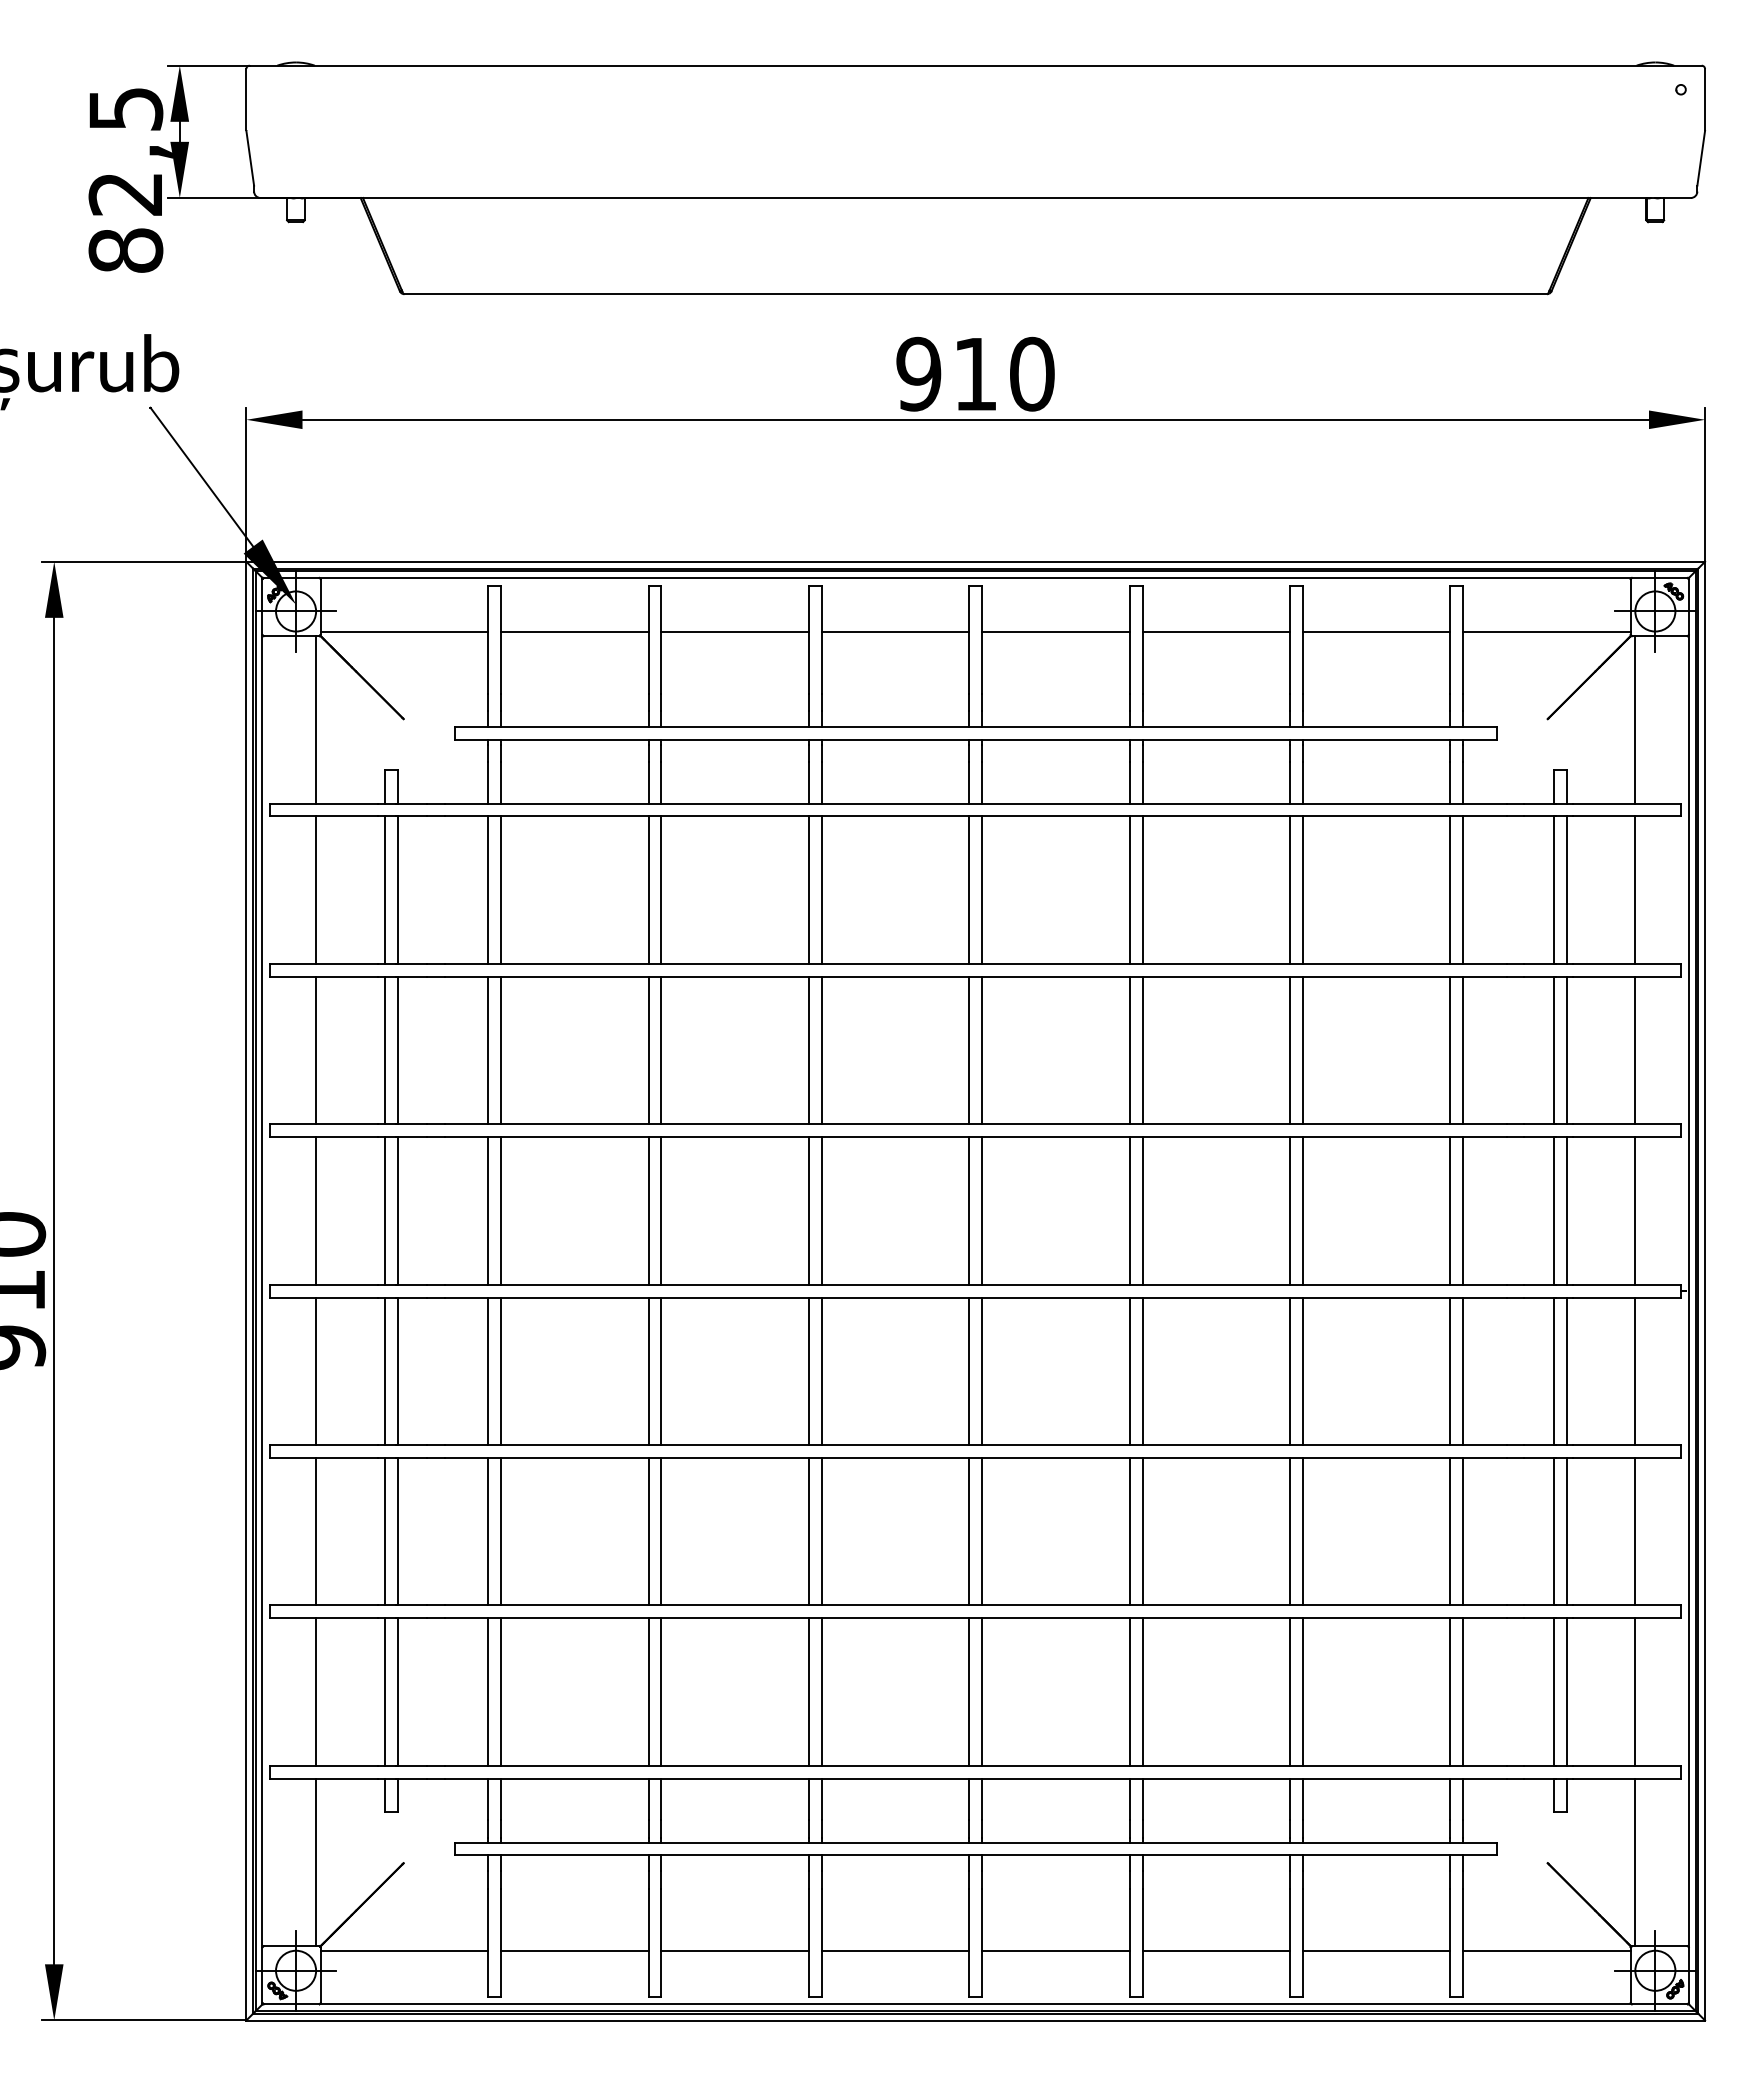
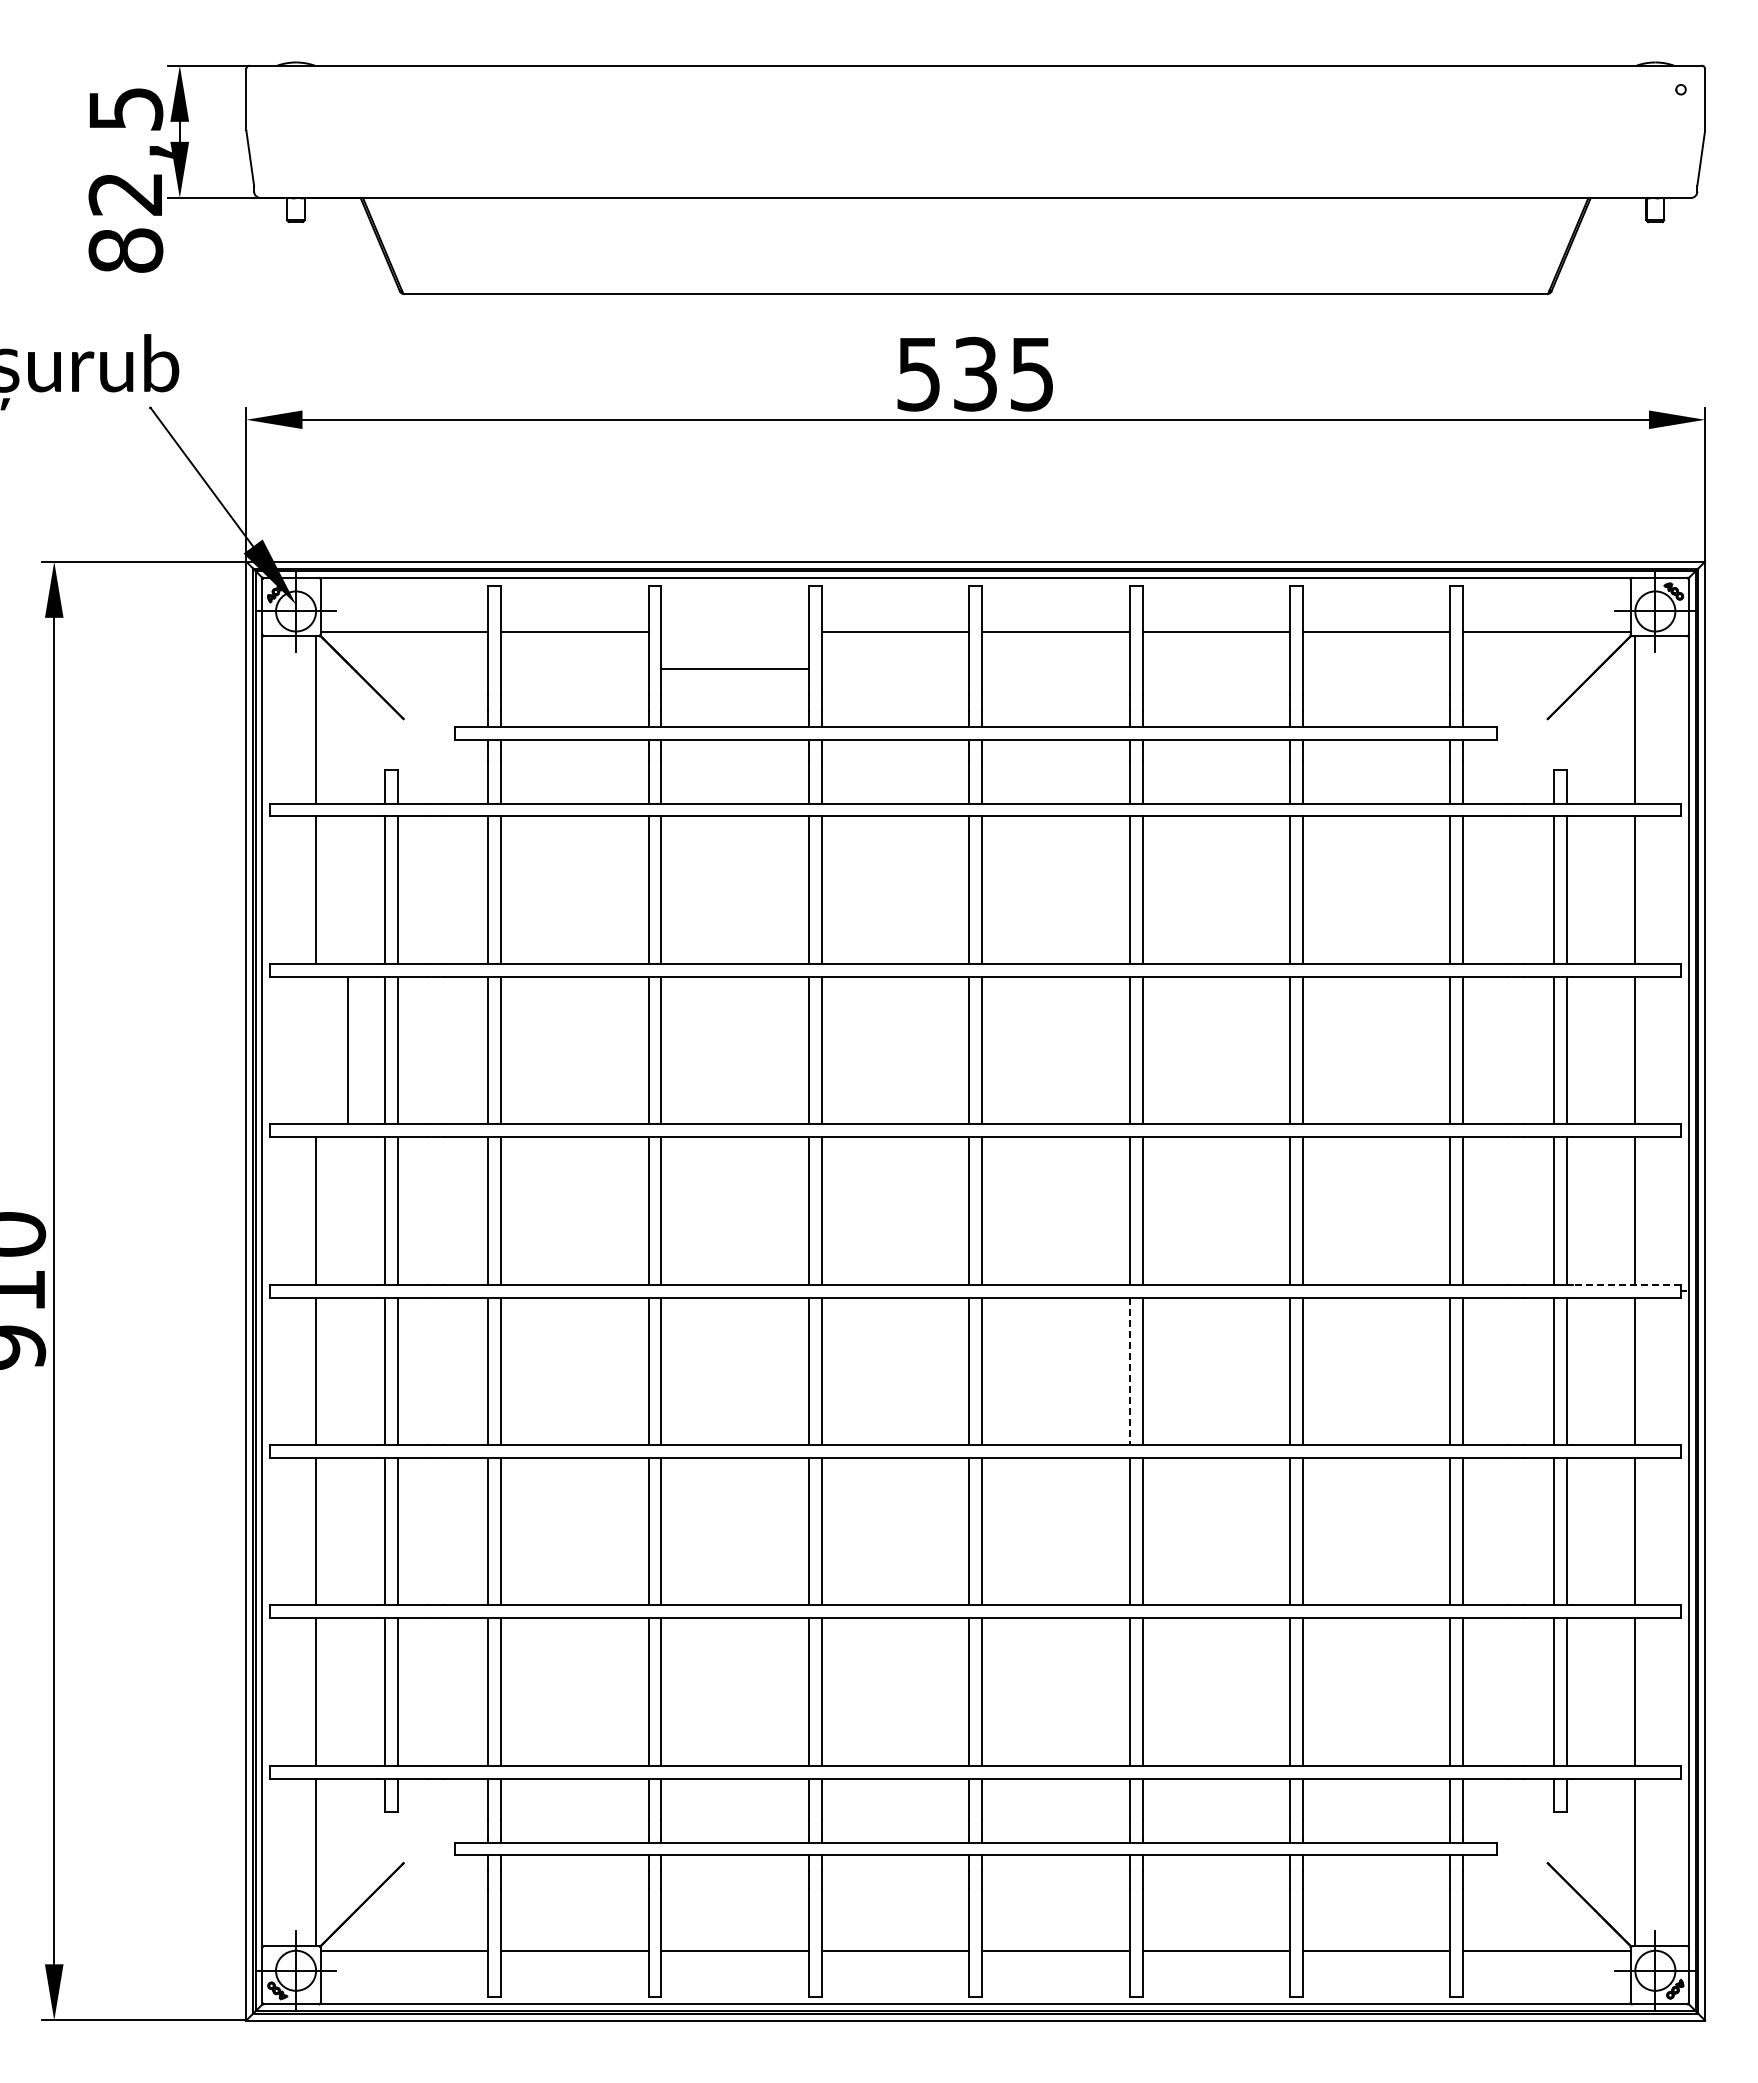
text at (975, 373): 910 -> 535
line at (734, 631) position: (734, 631) -> (734, 668)
line at (316, 1050) position: (316, 1050) -> (348, 1050)
line at (1626, 1284): solid -> dashed
line at (1129, 1371): solid -> dashed
